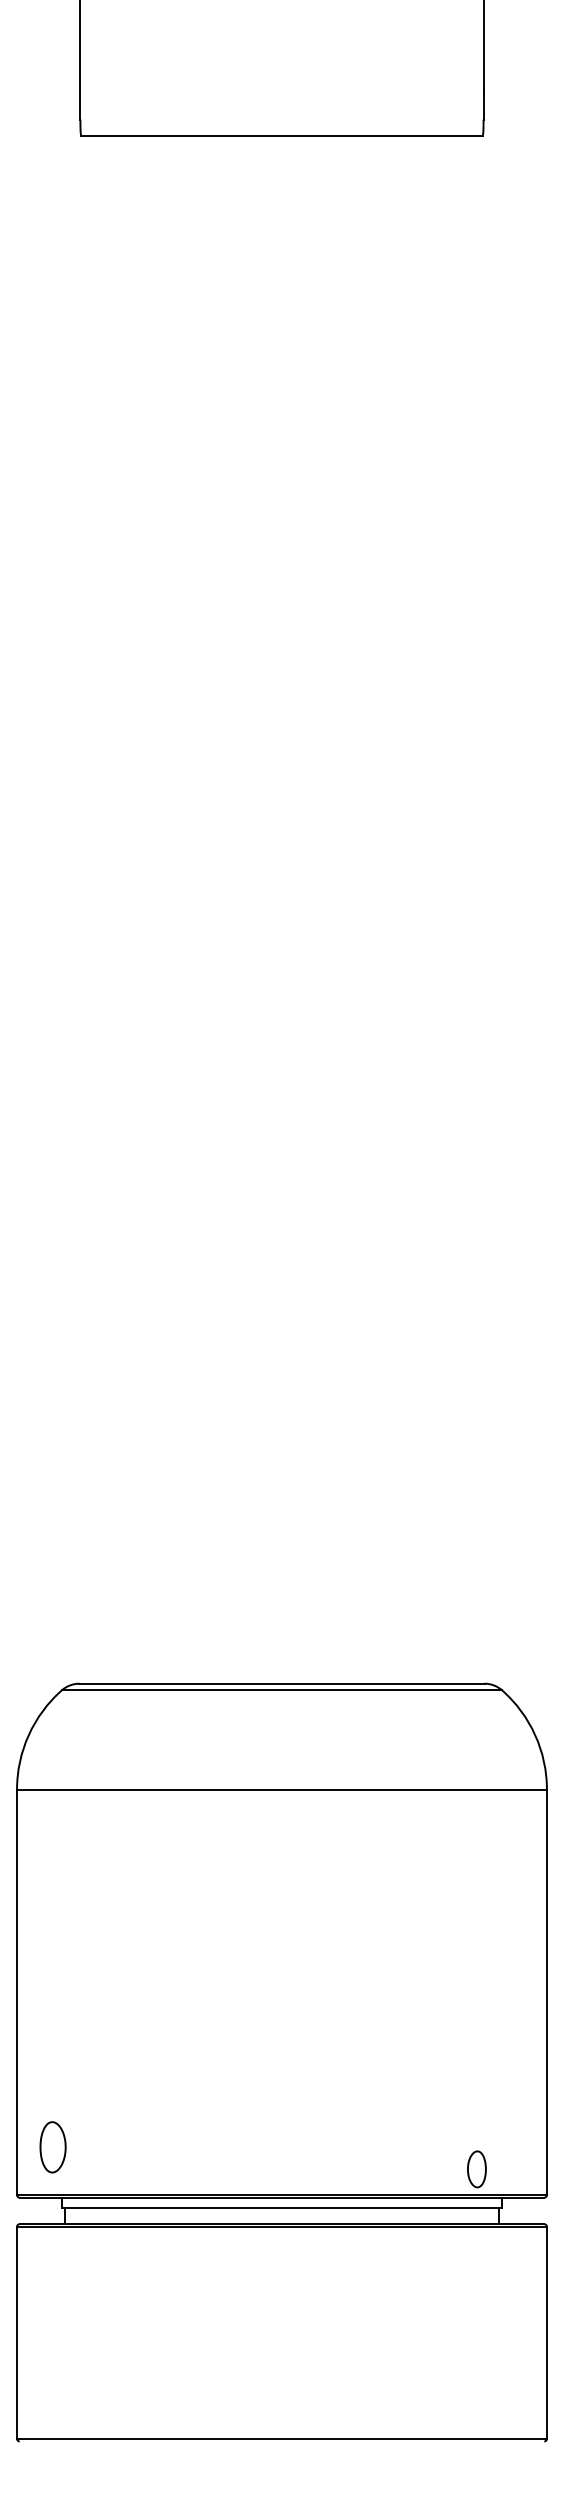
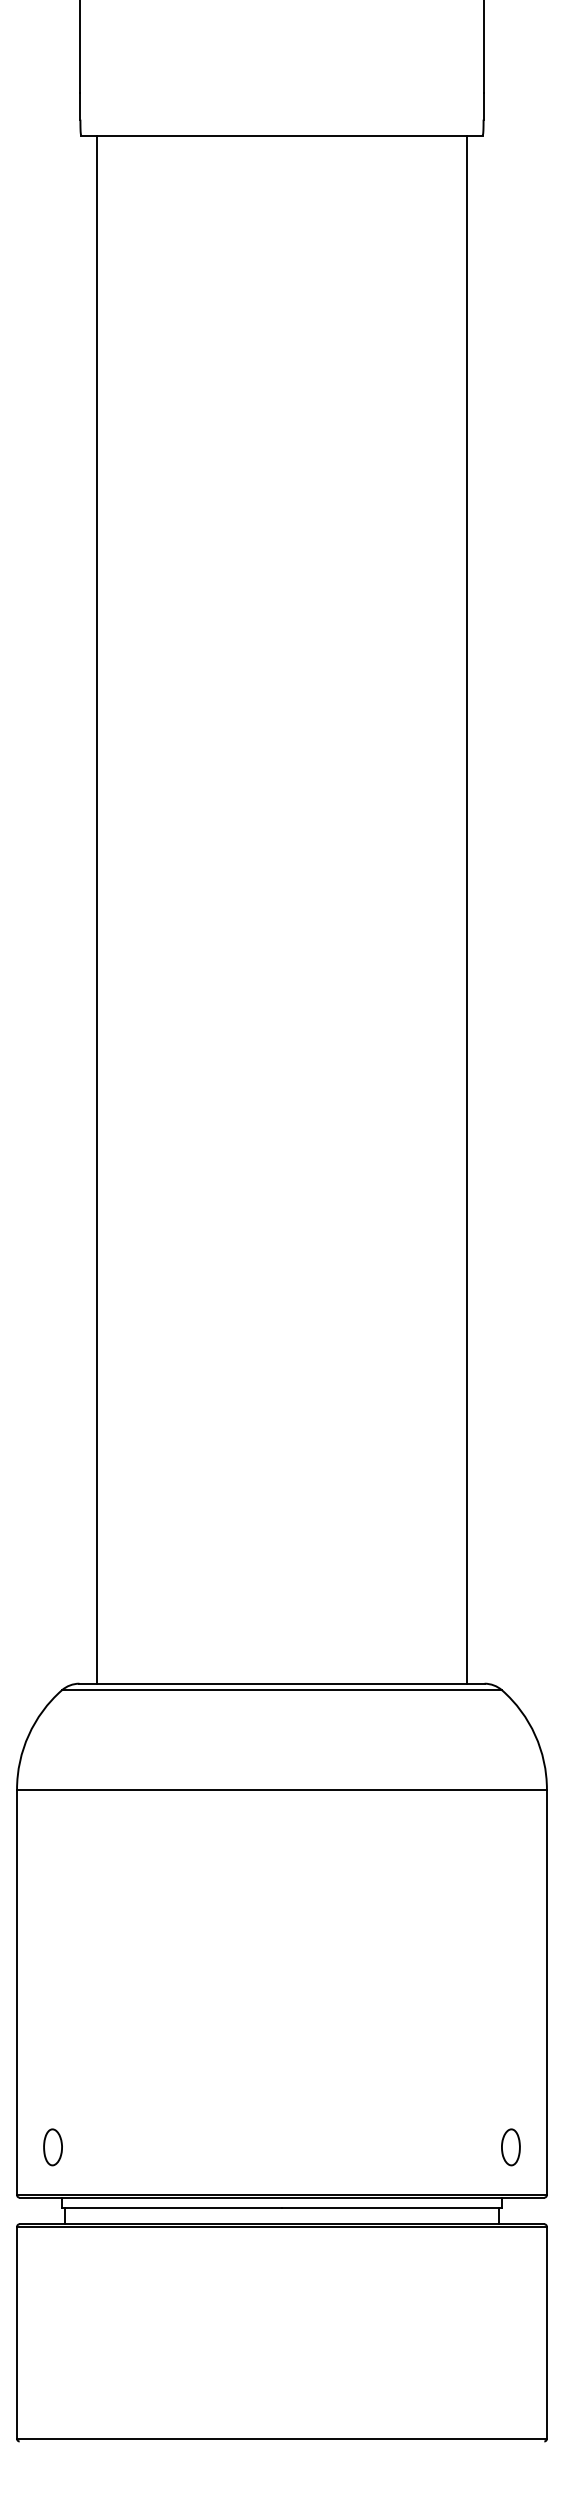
line at (96, 909): none -> present
line at (467, 909): none -> present
part at (52, 2147) size: 28x53 px -> 20x39 px
part at (476, 2169) position: (476, 2169) -> (510, 2147)
